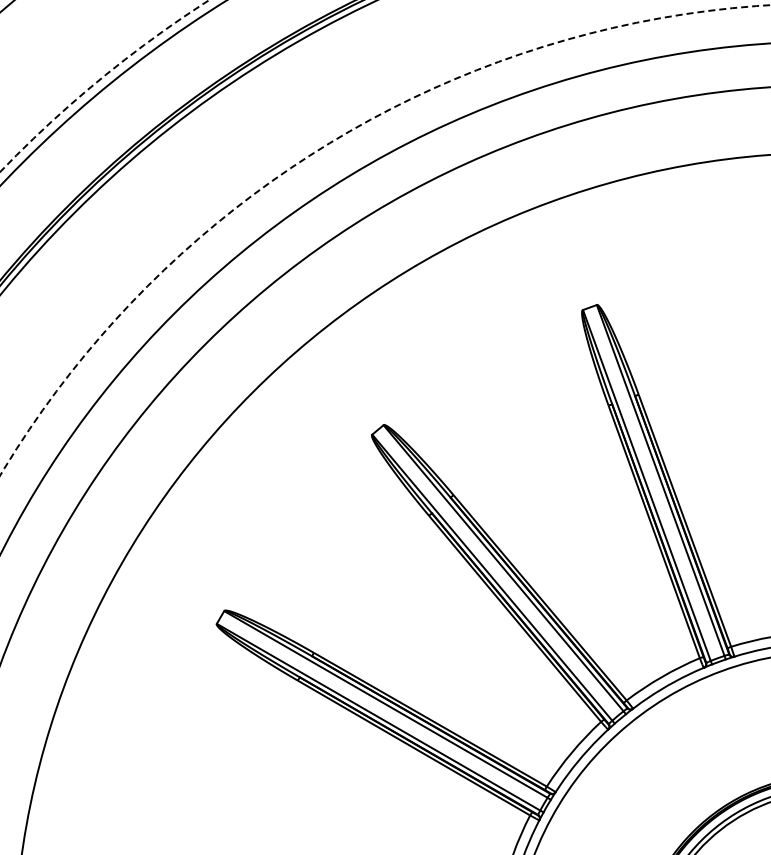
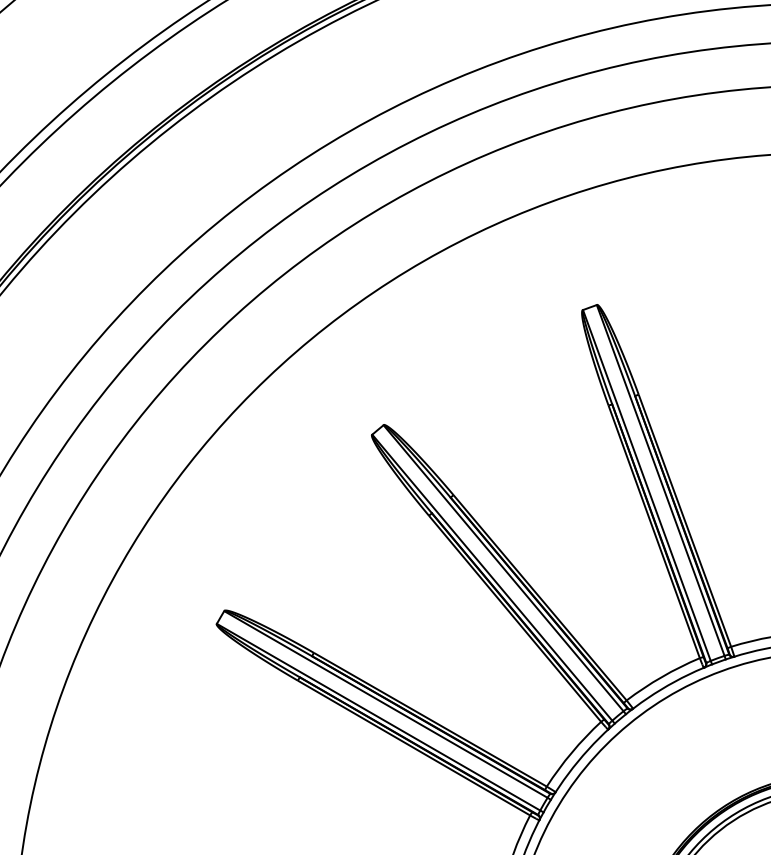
arc at (99, 80): dashed -> solid
circle at (385, 240): dashed -> solid
